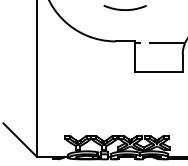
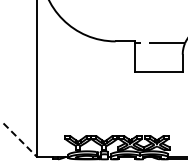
arc at (124, 9): present -> none
line at (20, 140): solid -> dashed
